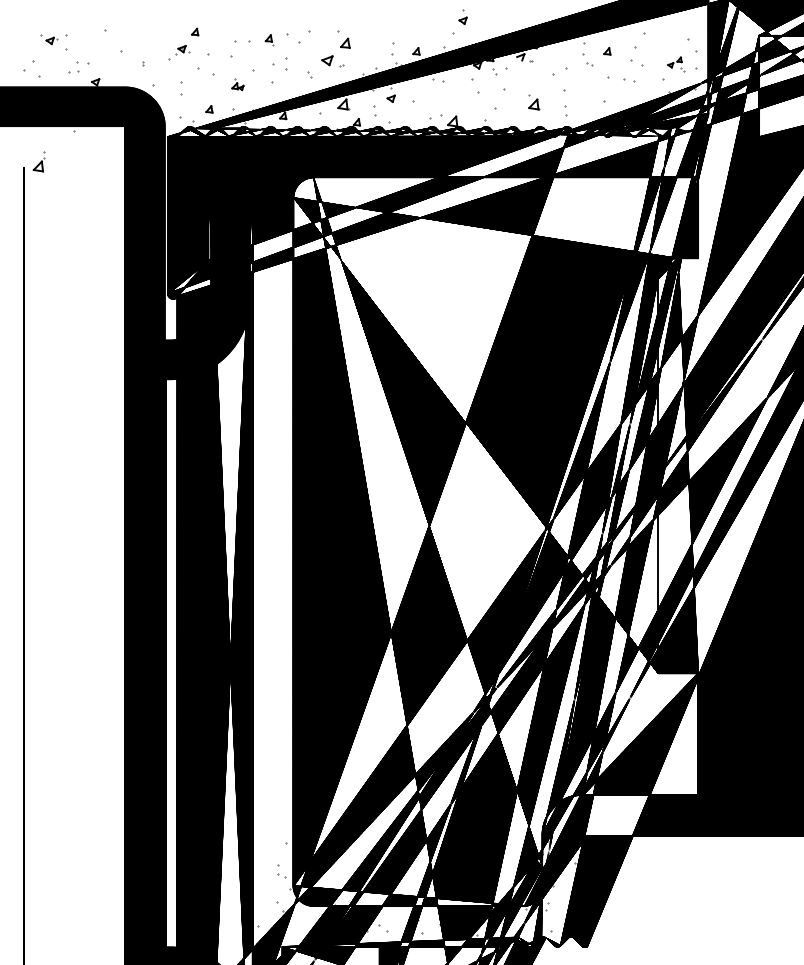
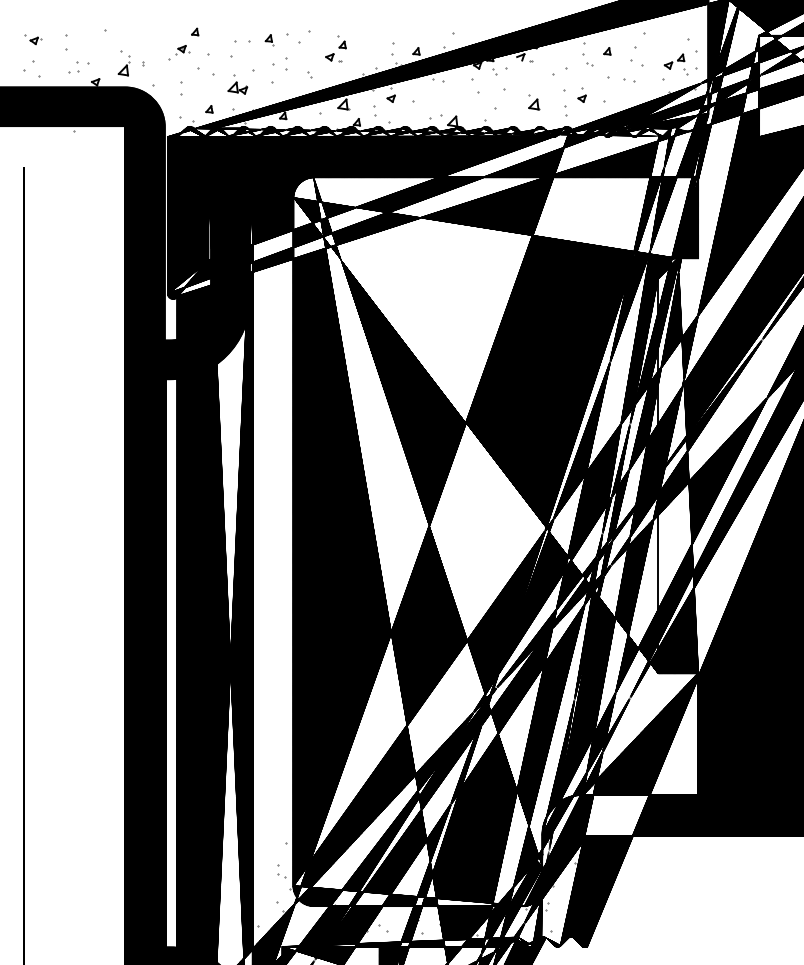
part at (462, 16) position: (462, 16) -> (581, 94)
part at (49, 39) position: (49, 39) -> (33, 39)
part at (335, 48) size: 30x38 px -> 22x28 px
part at (676, 64) size: 19x17 px -> 26x23 px
part at (237, 84) size: 14x14 px -> 22x21 px
part at (38, 161) position: (38, 161) -> (123, 65)
